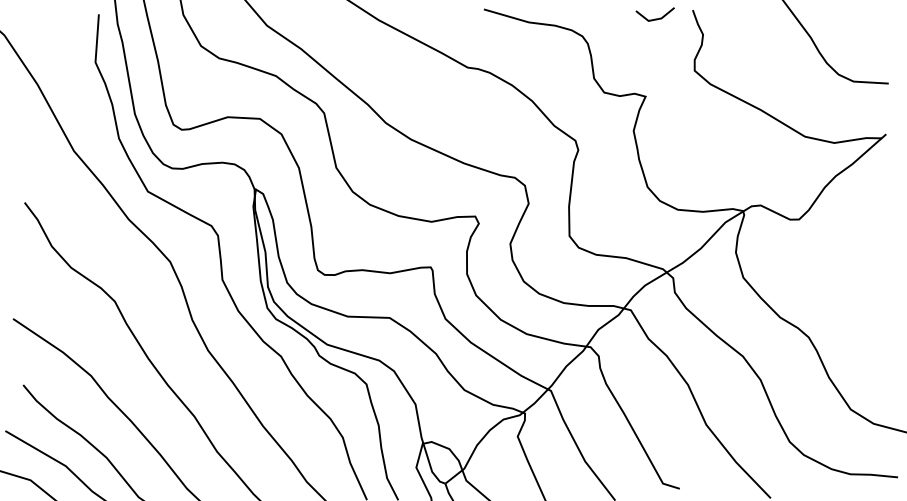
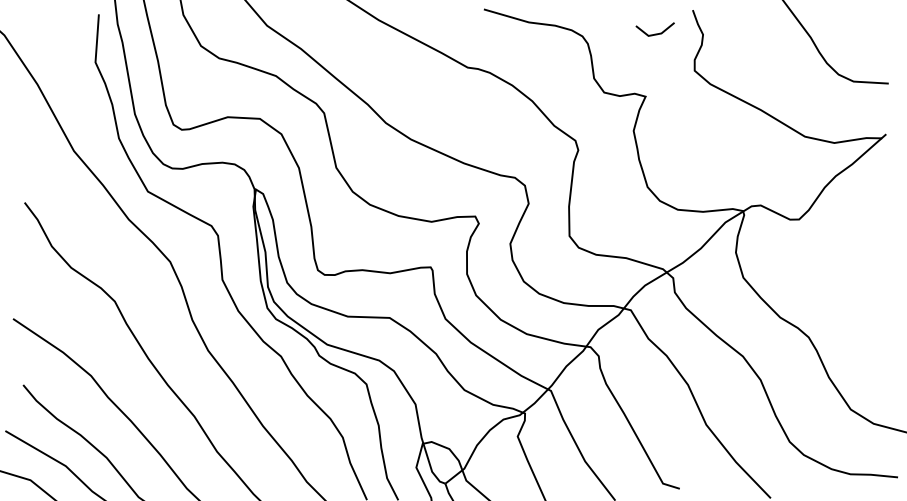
line at (654, 18) position: (654, 18) -> (654, 33)
